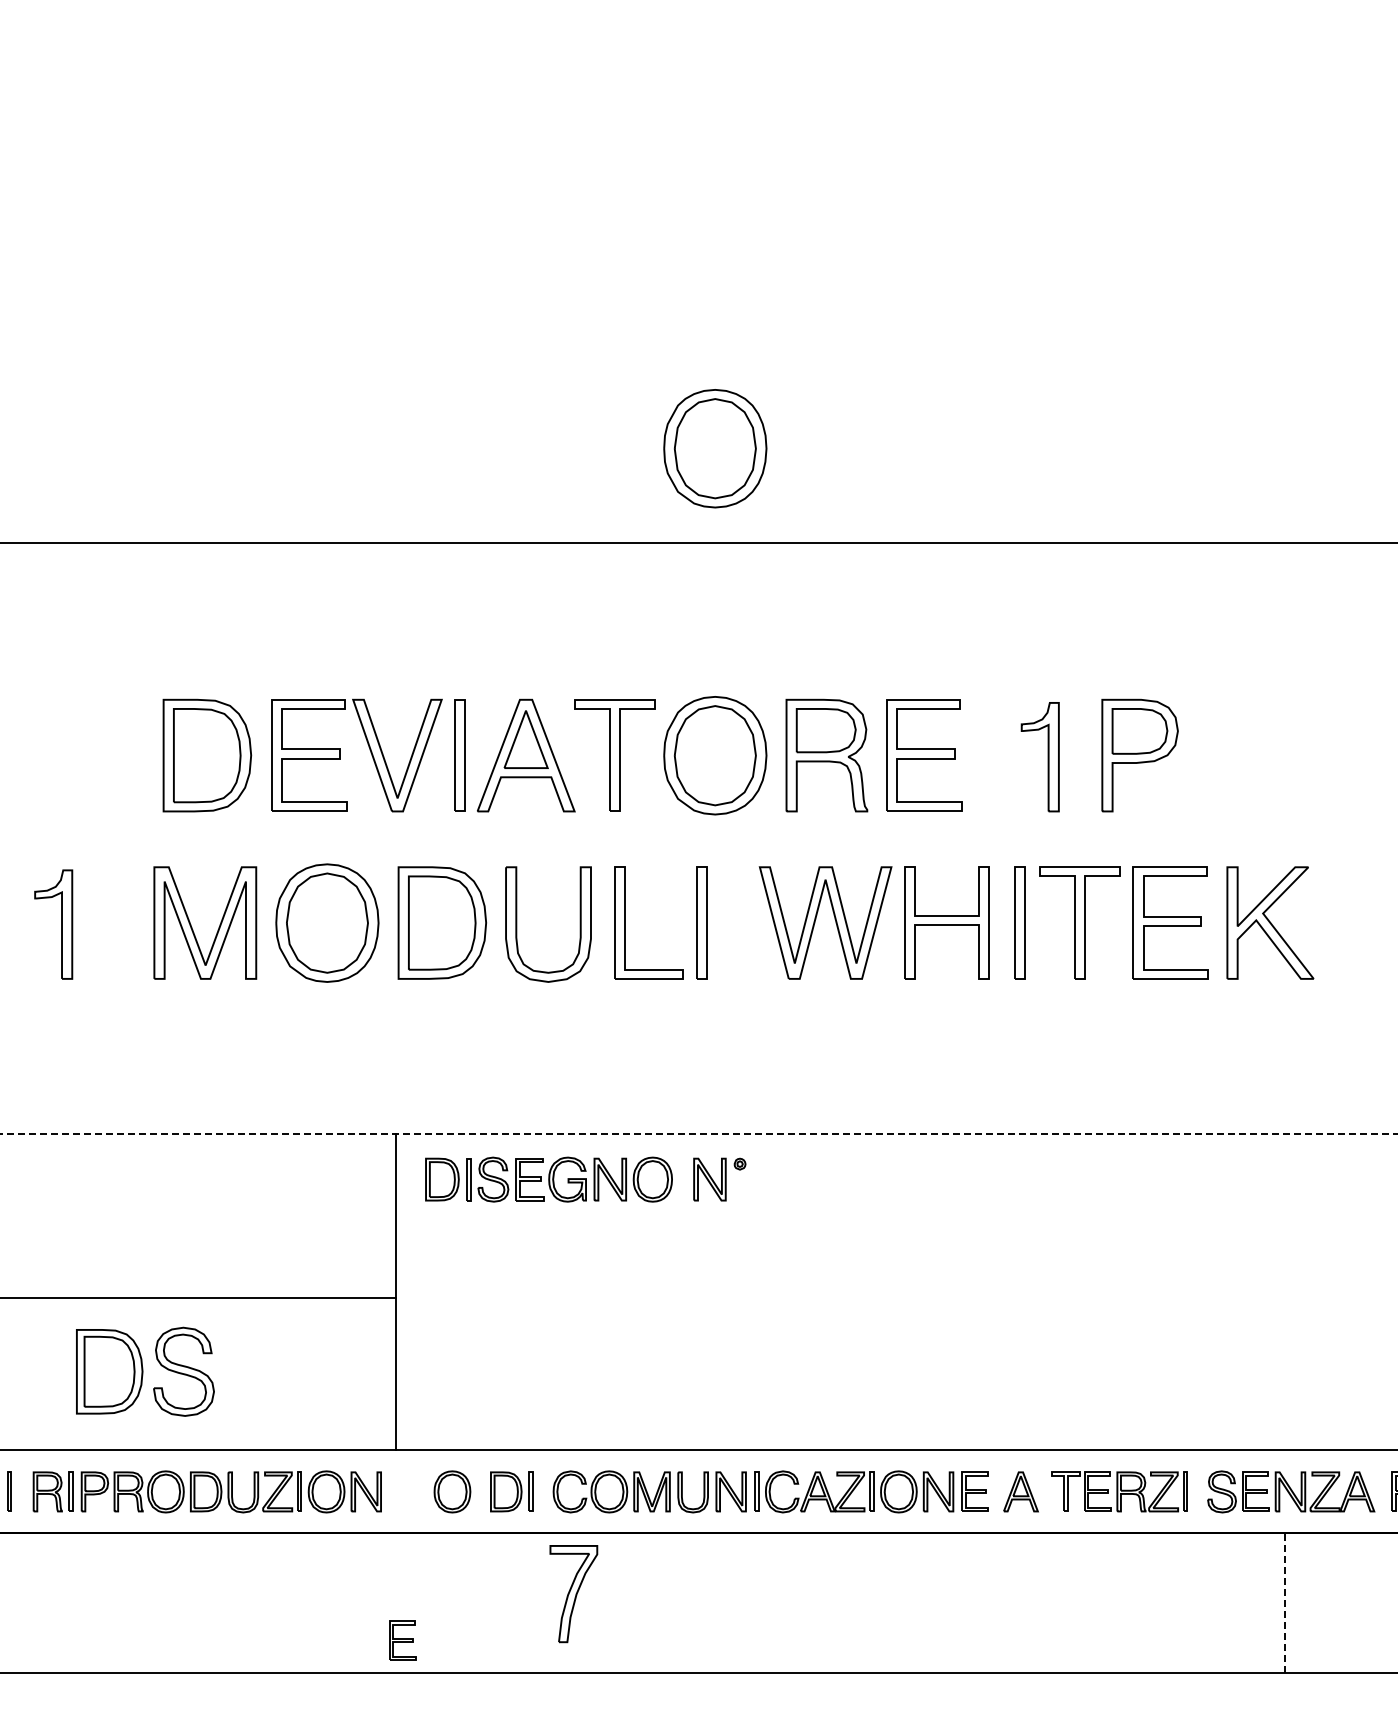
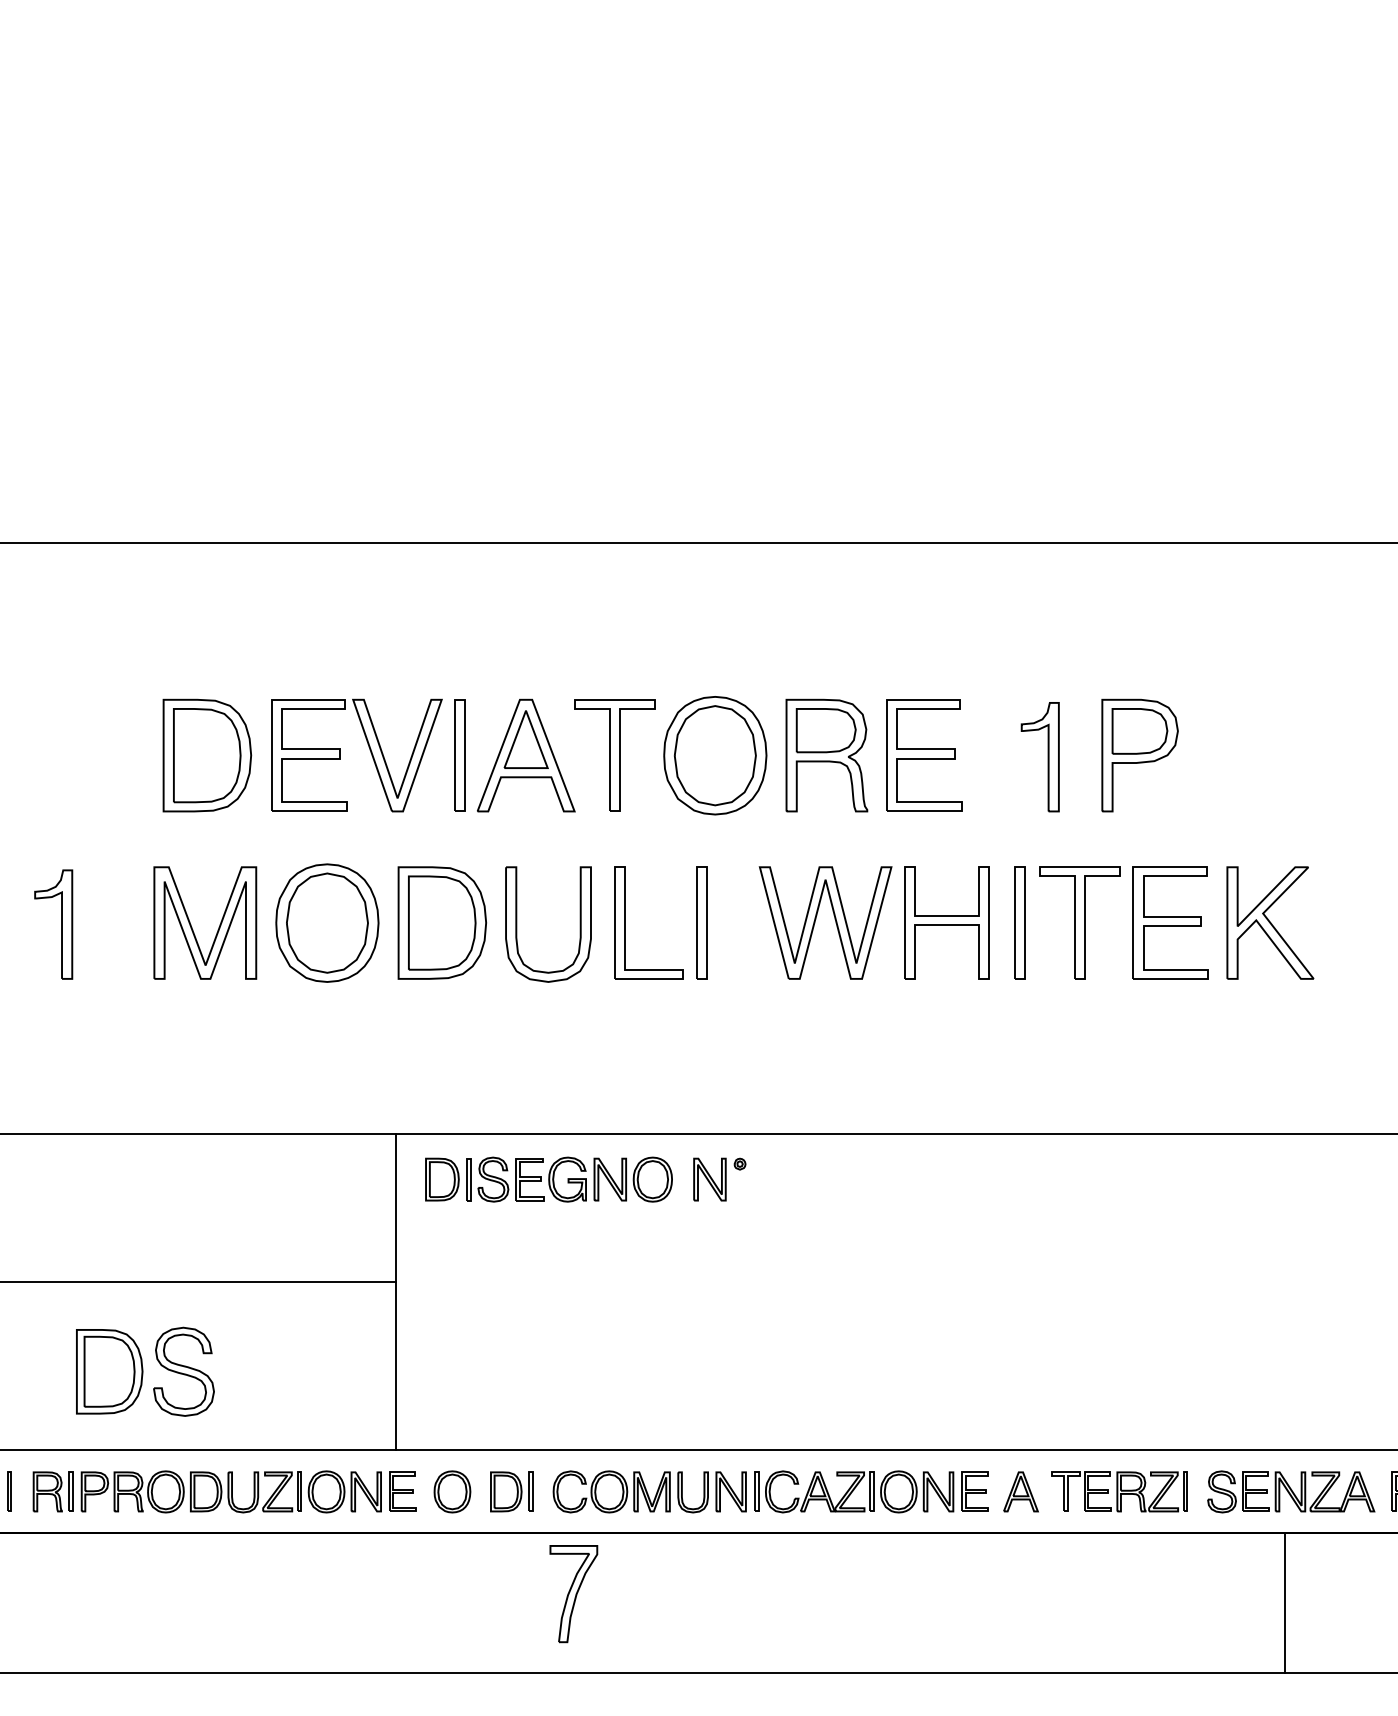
part at (715, 448): present -> none
line at (699, 1134): dashed -> solid
line at (198, 1298) position: (198, 1298) -> (198, 1282)
line at (1285, 1603): dashed -> solid
part at (402, 1640) position: (402, 1640) -> (402, 1491)
